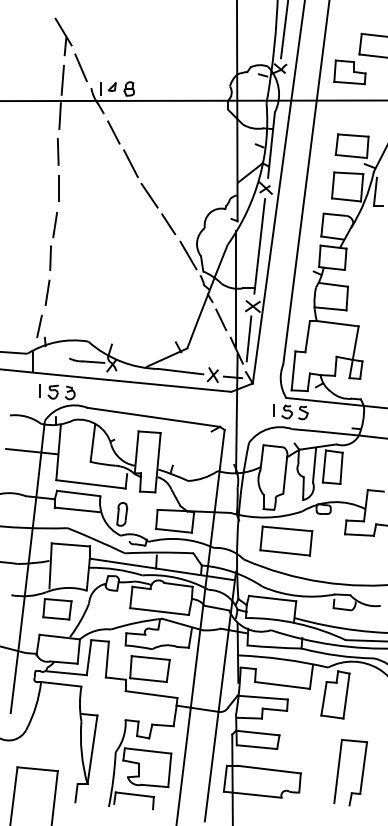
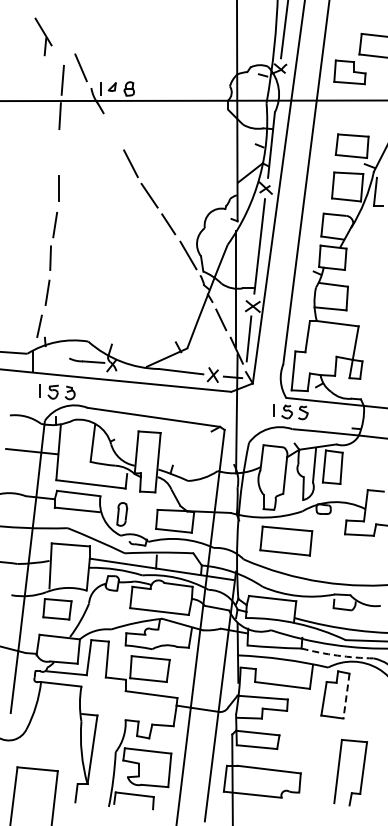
part at (63, 36) position: (63, 36) -> (43, 36)
line at (113, 132): present -> none
line at (57, 151): present -> none
arc at (337, 655): solid -> dashed
line at (346, 696): solid -> dashed
